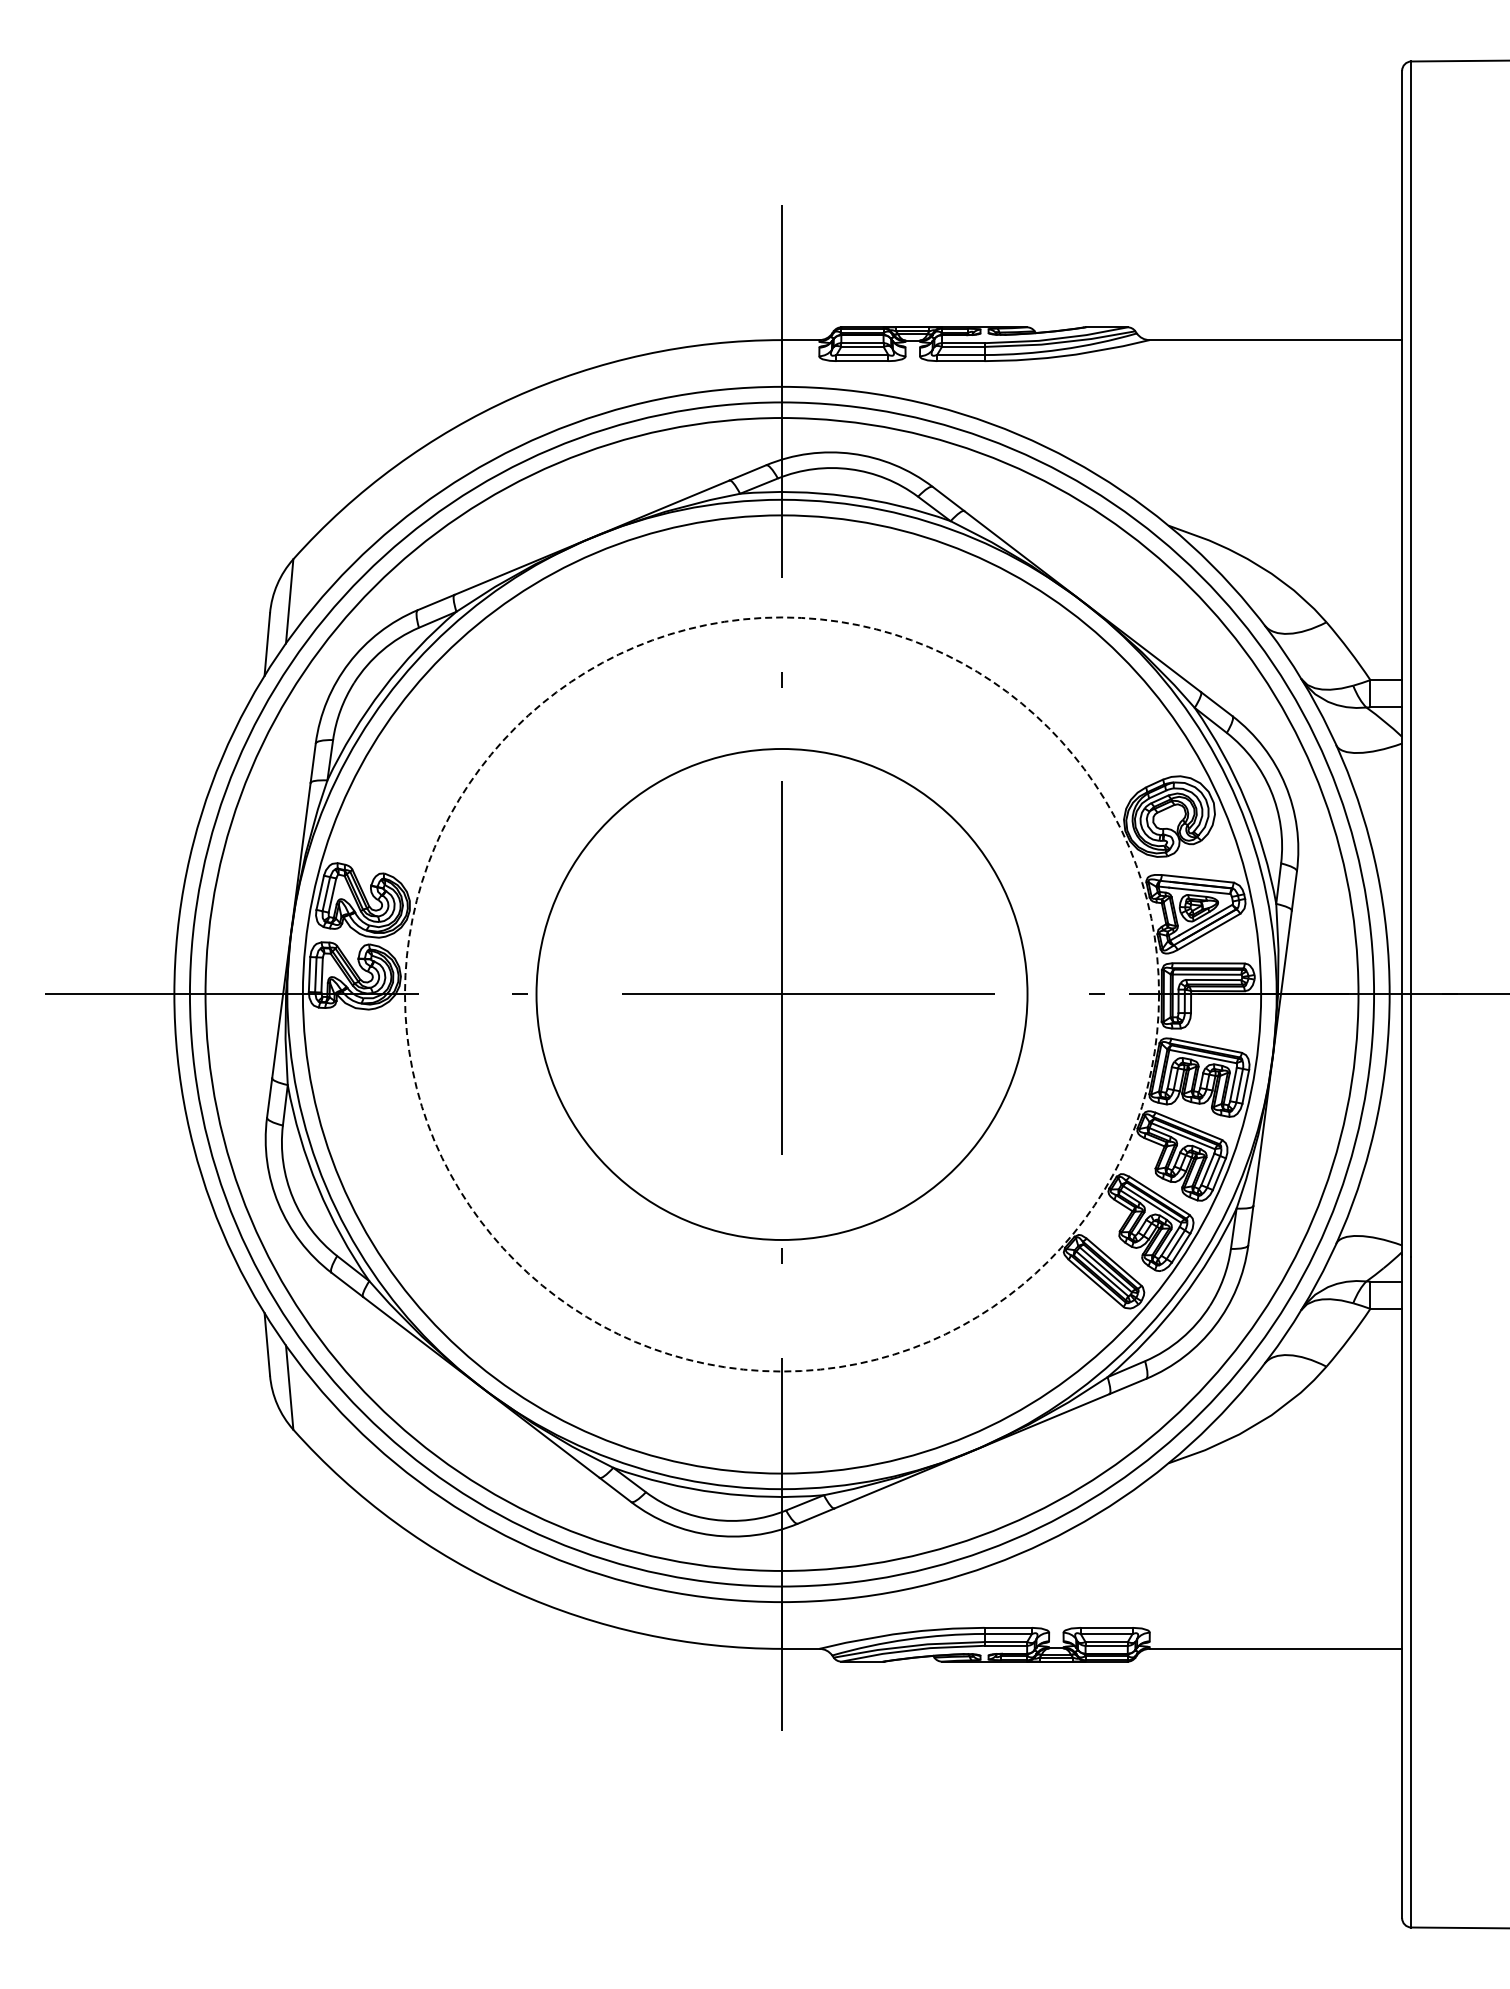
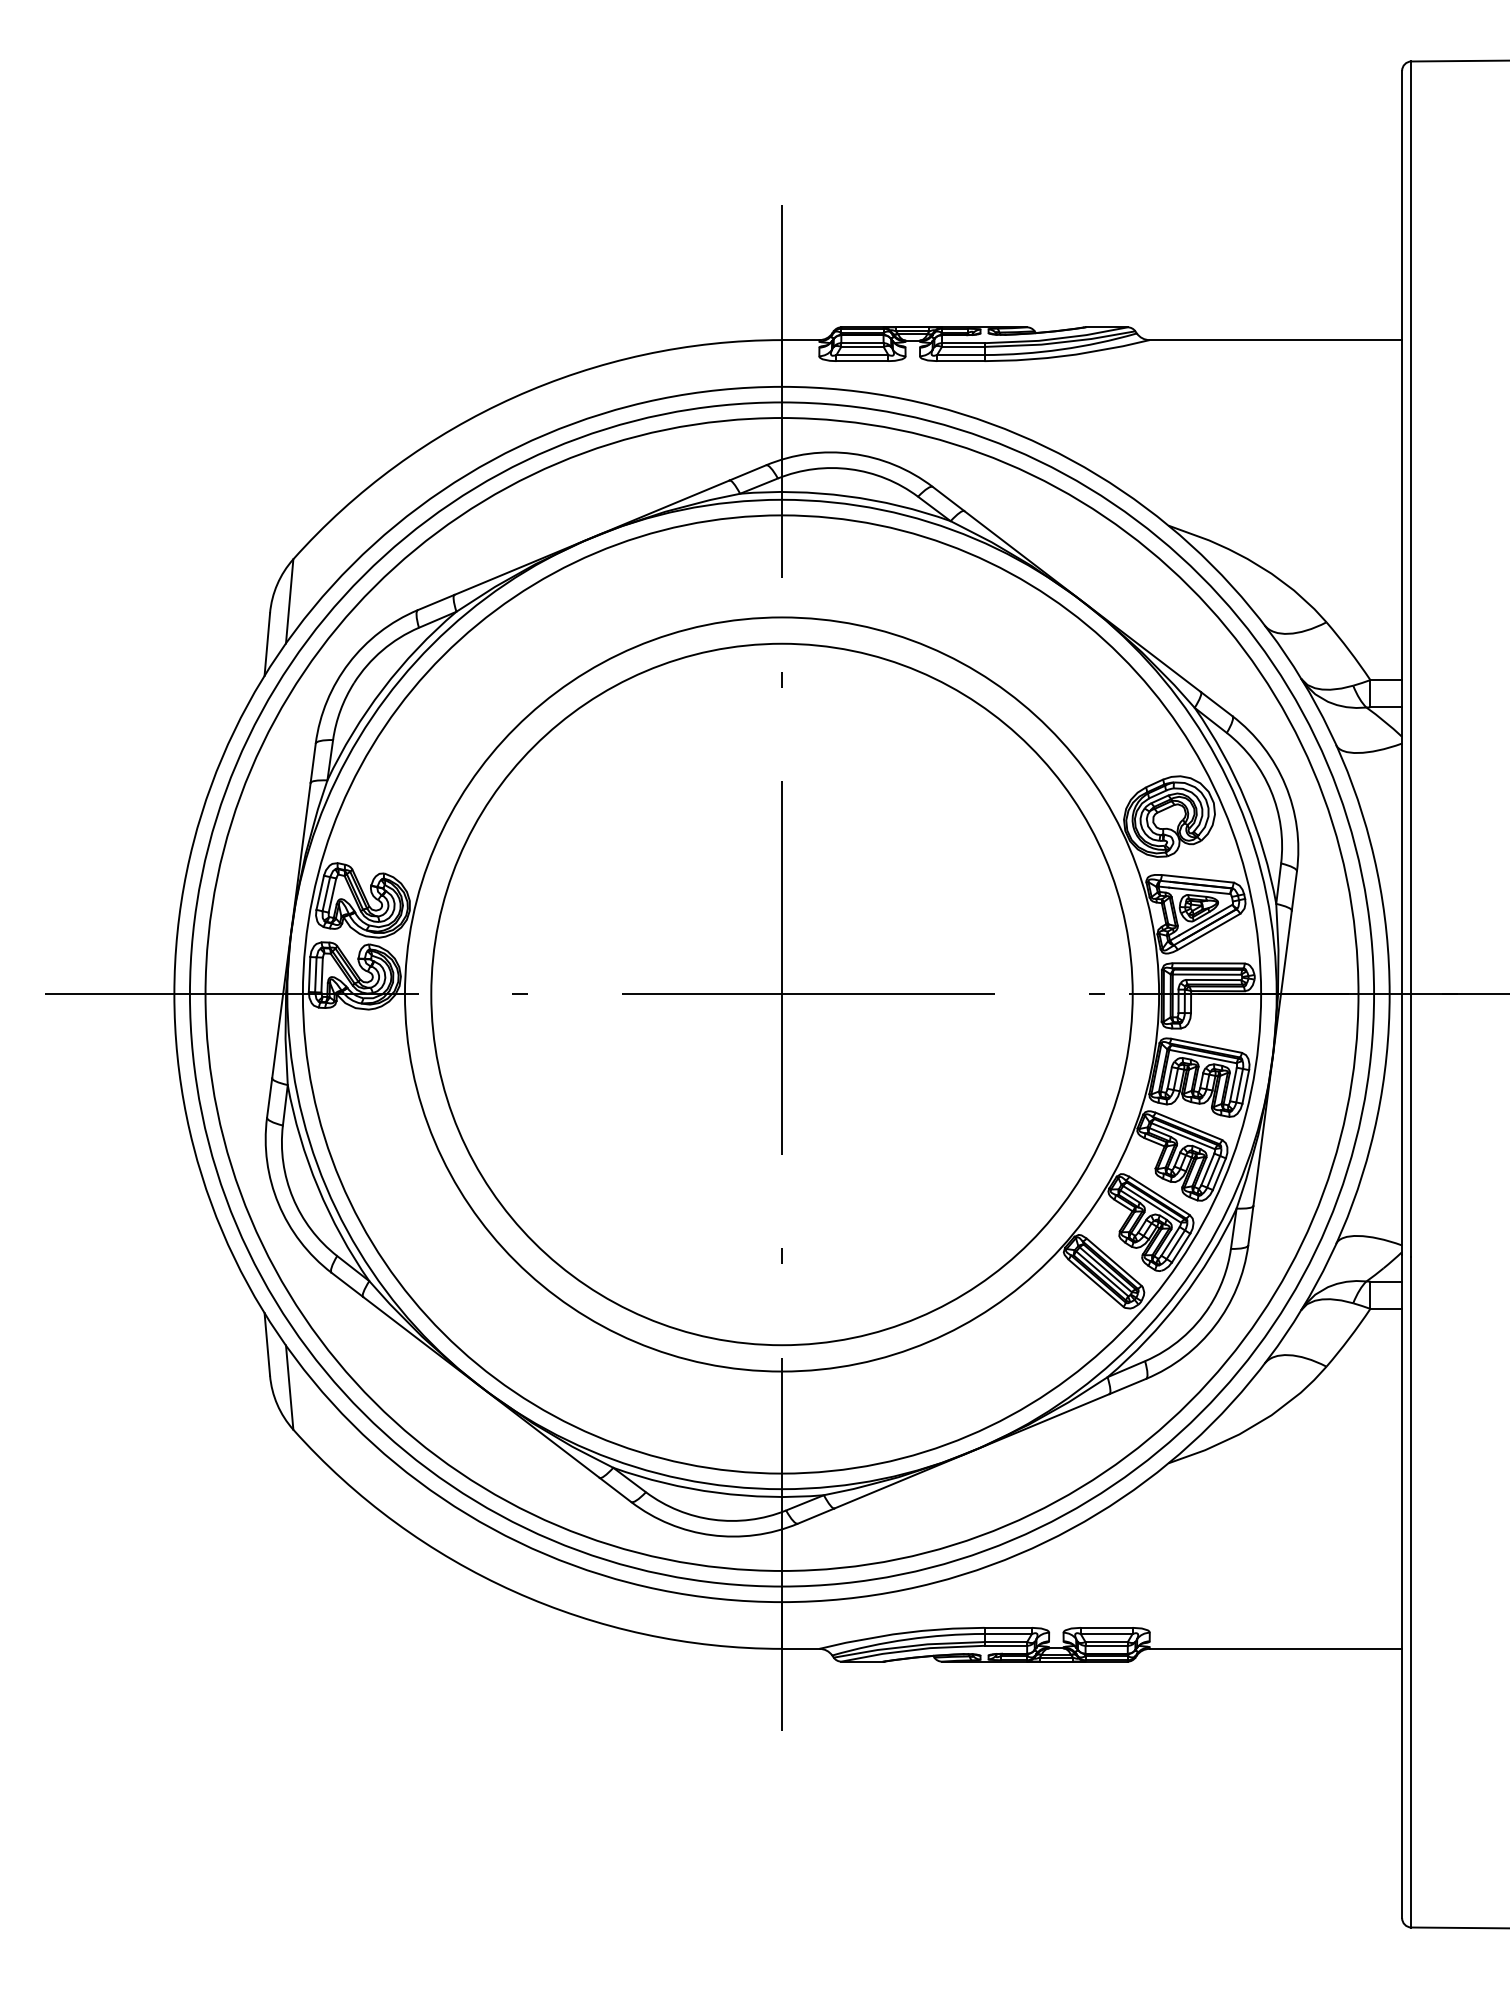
circle at (781, 994) diameter: 491 px -> 701 px
circle at (781, 994): dashed -> solid
